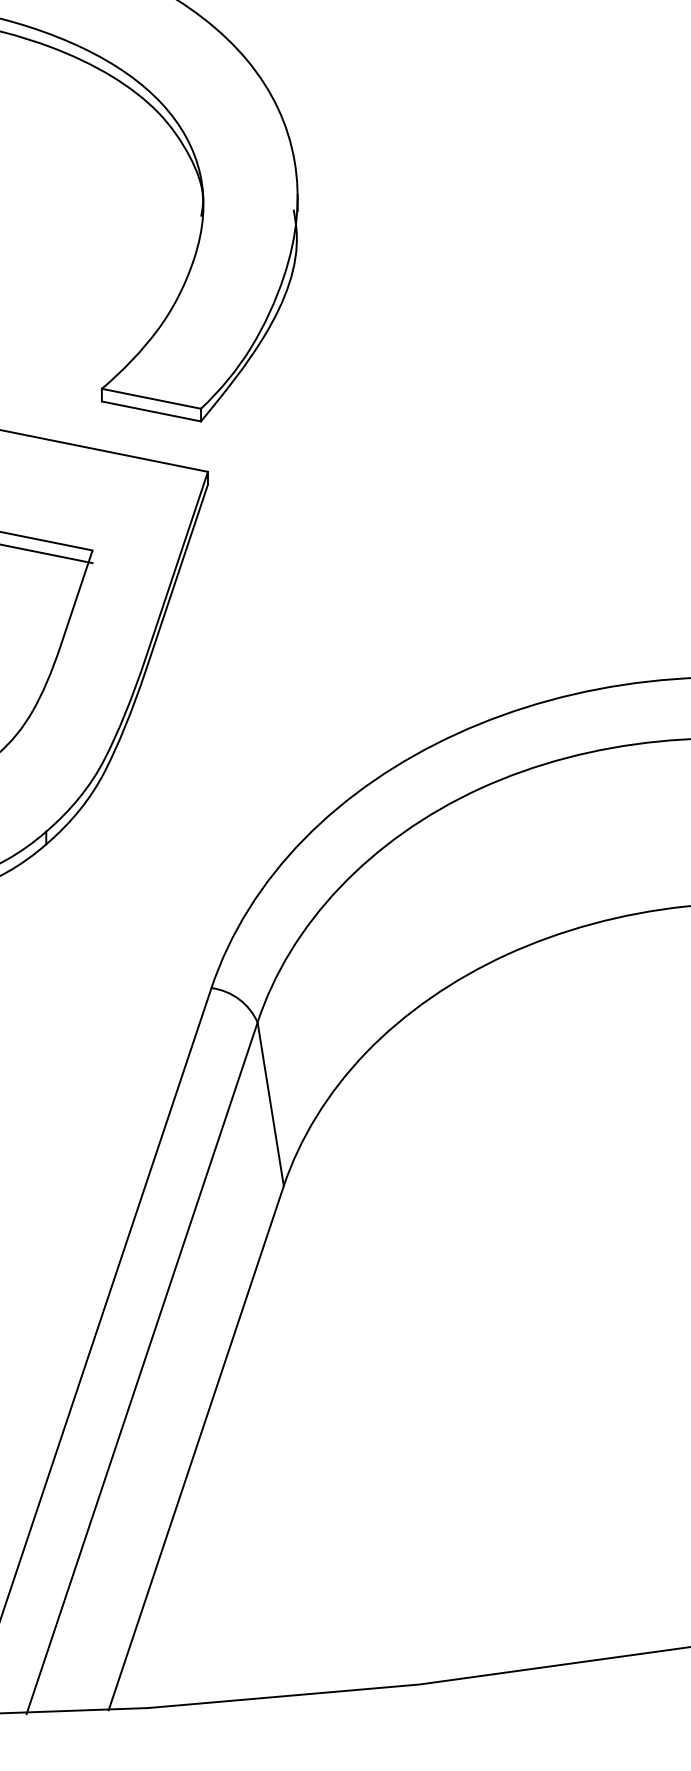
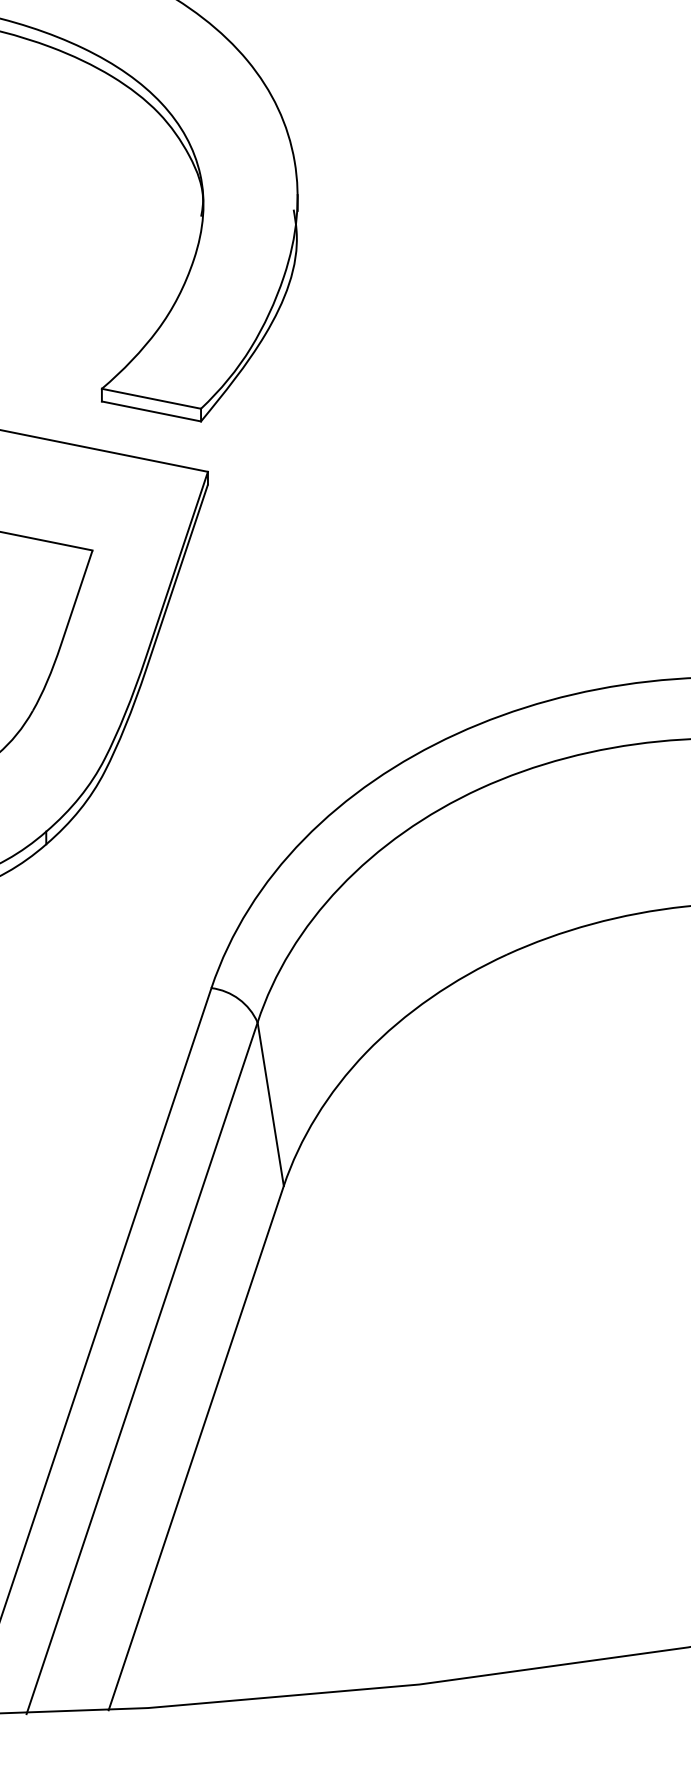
line at (47, 553): present -> none
